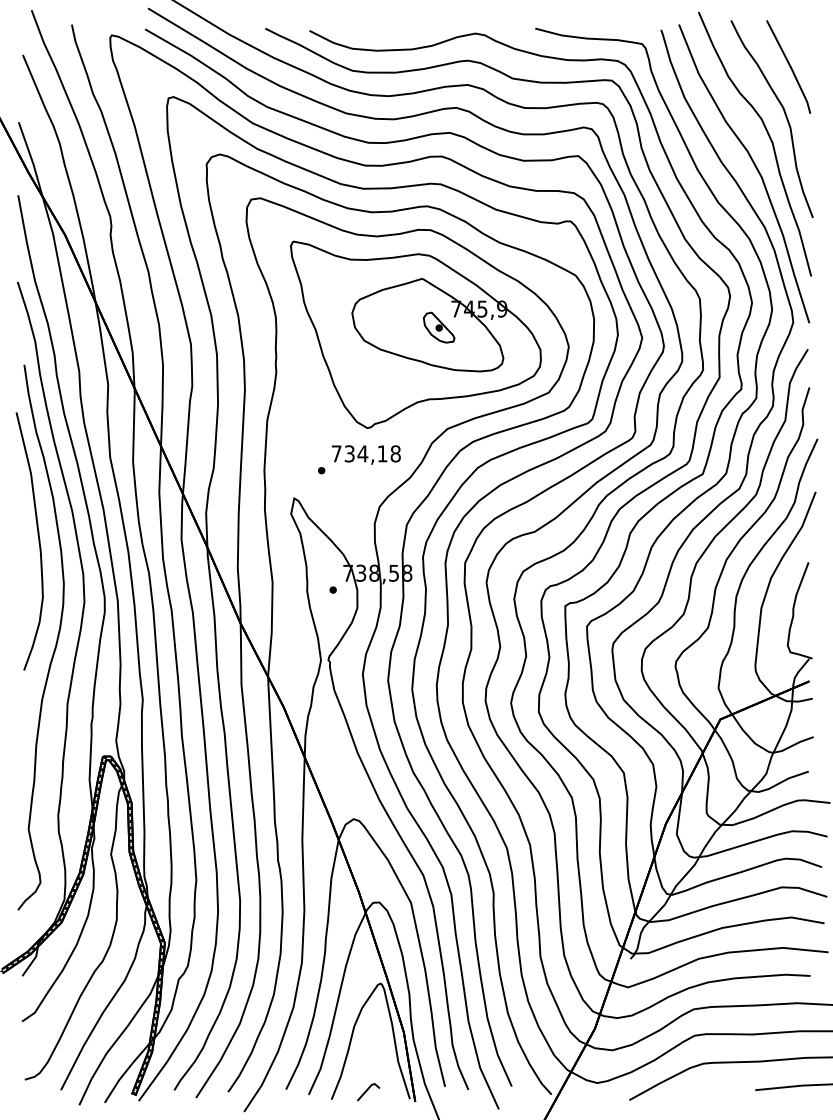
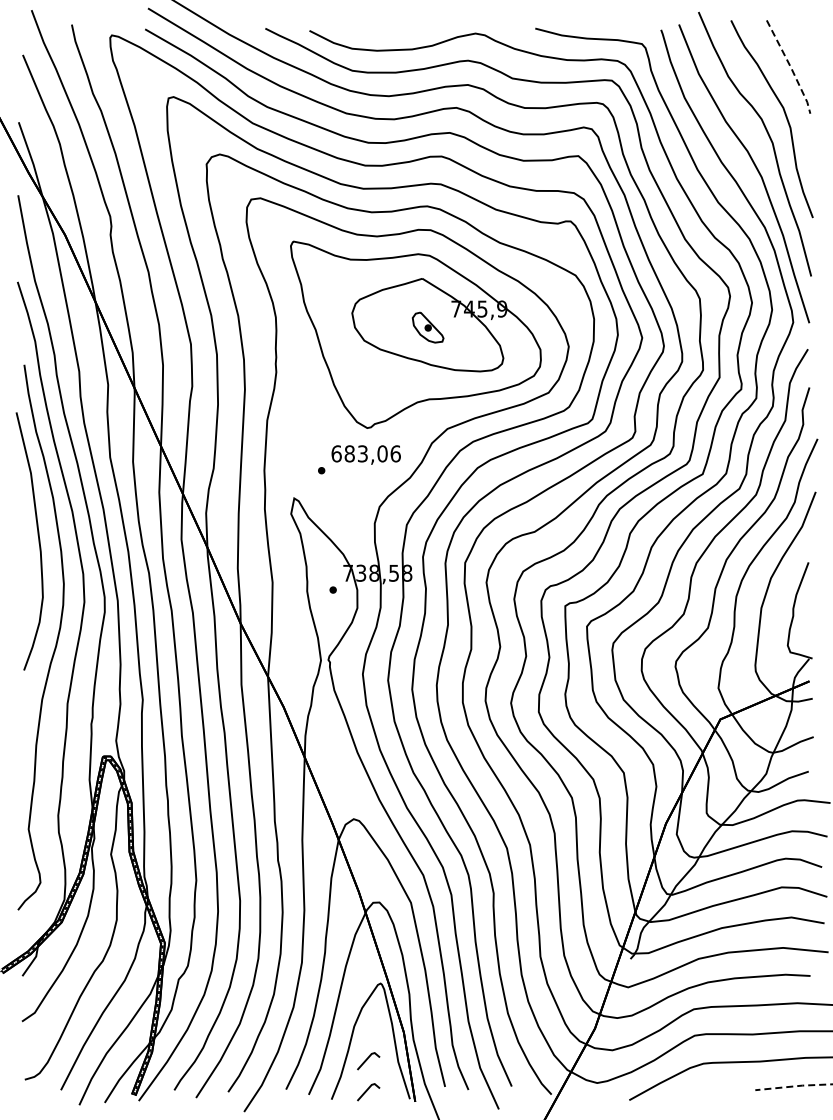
line at (791, 68): solid -> dashed
part at (438, 327) position: (438, 327) -> (427, 327)
text at (365, 453): 734,18 -> 683,06
line at (367, 1060): none -> present
line at (793, 1086): solid -> dashed
